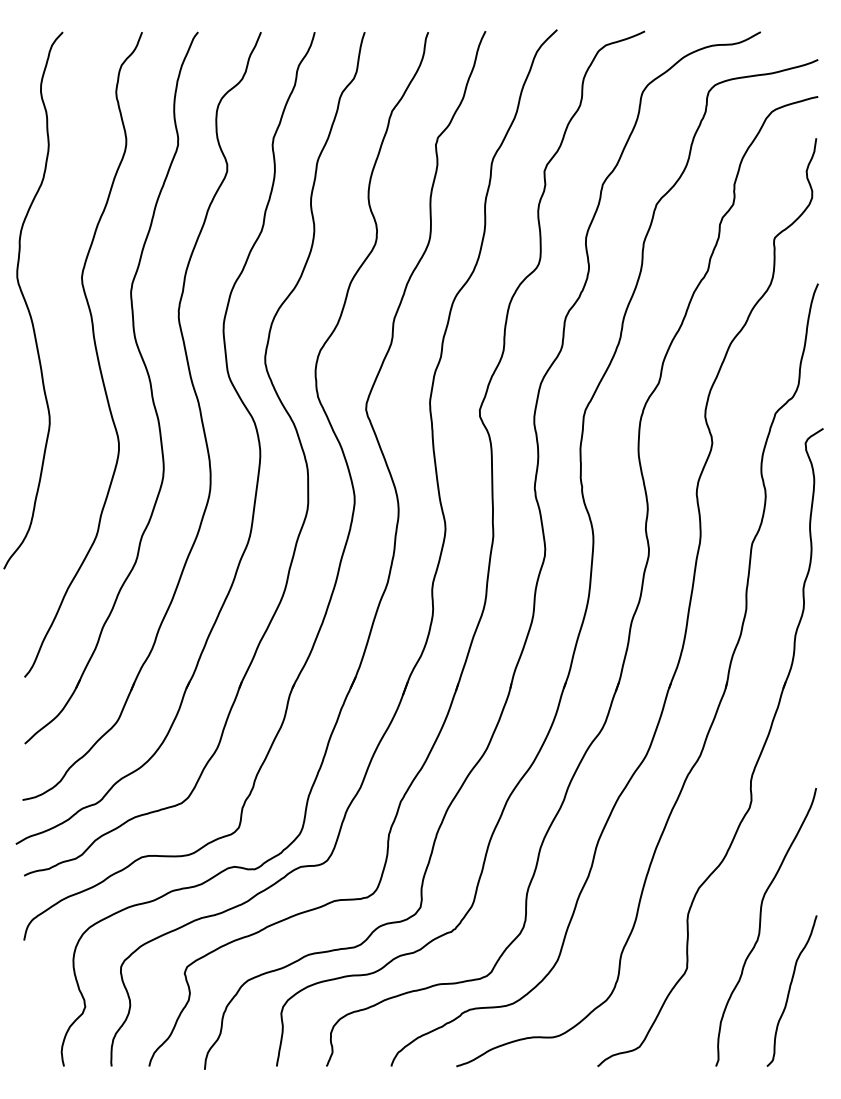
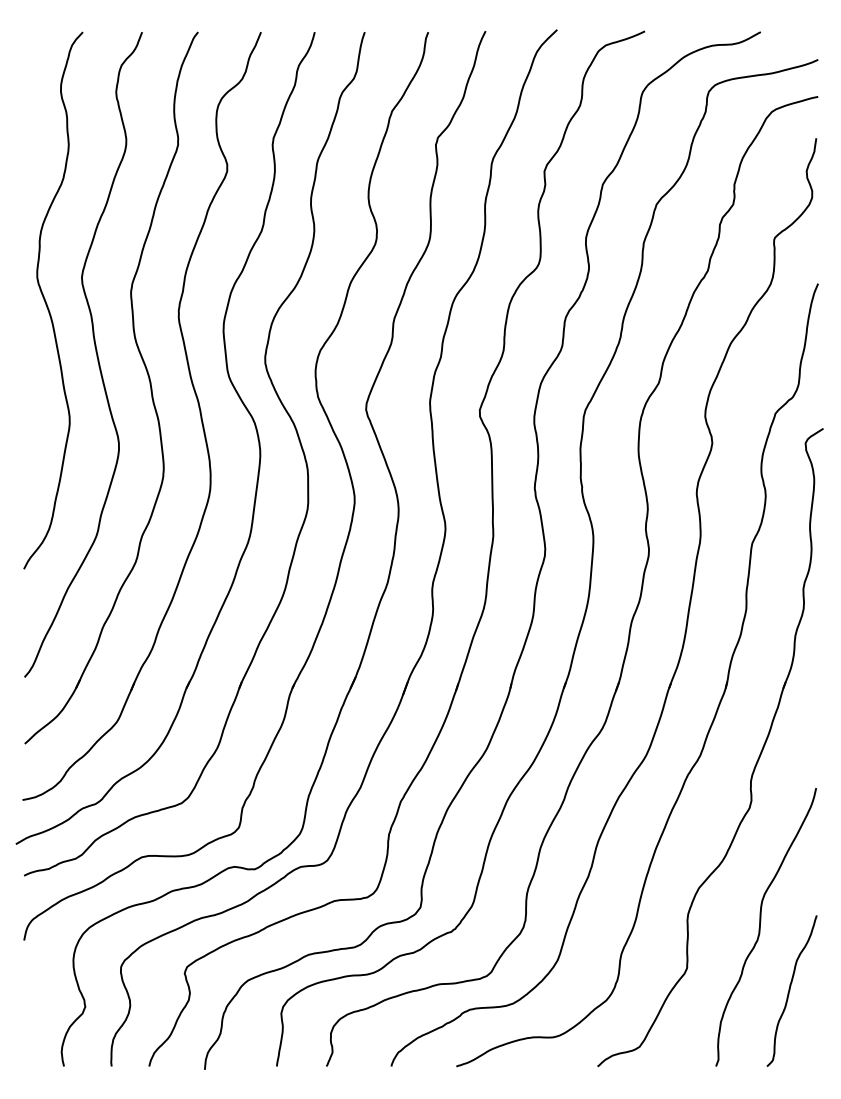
curve at (27, 303) position: (27, 303) -> (47, 303)
